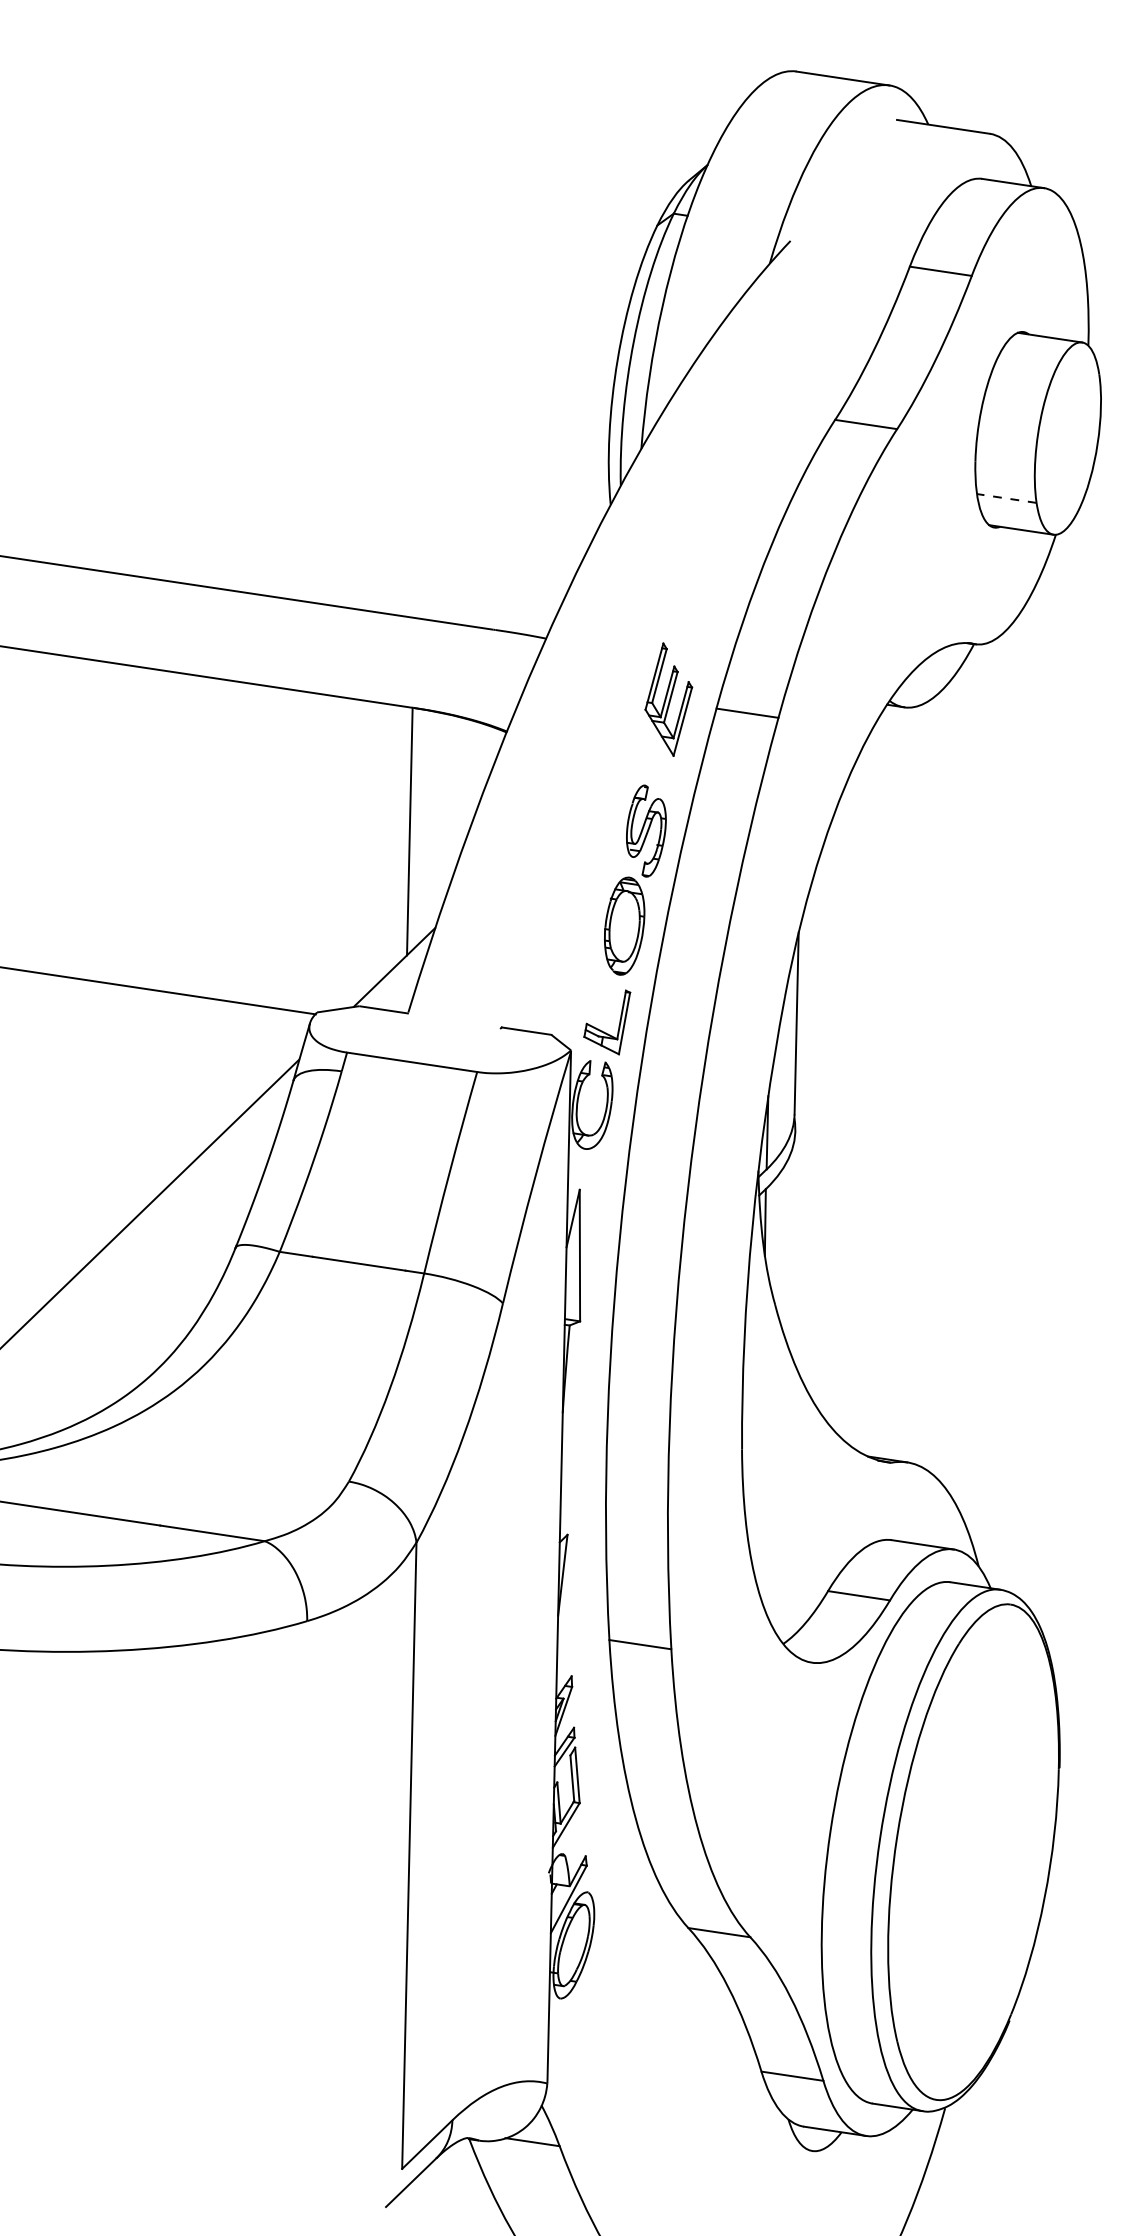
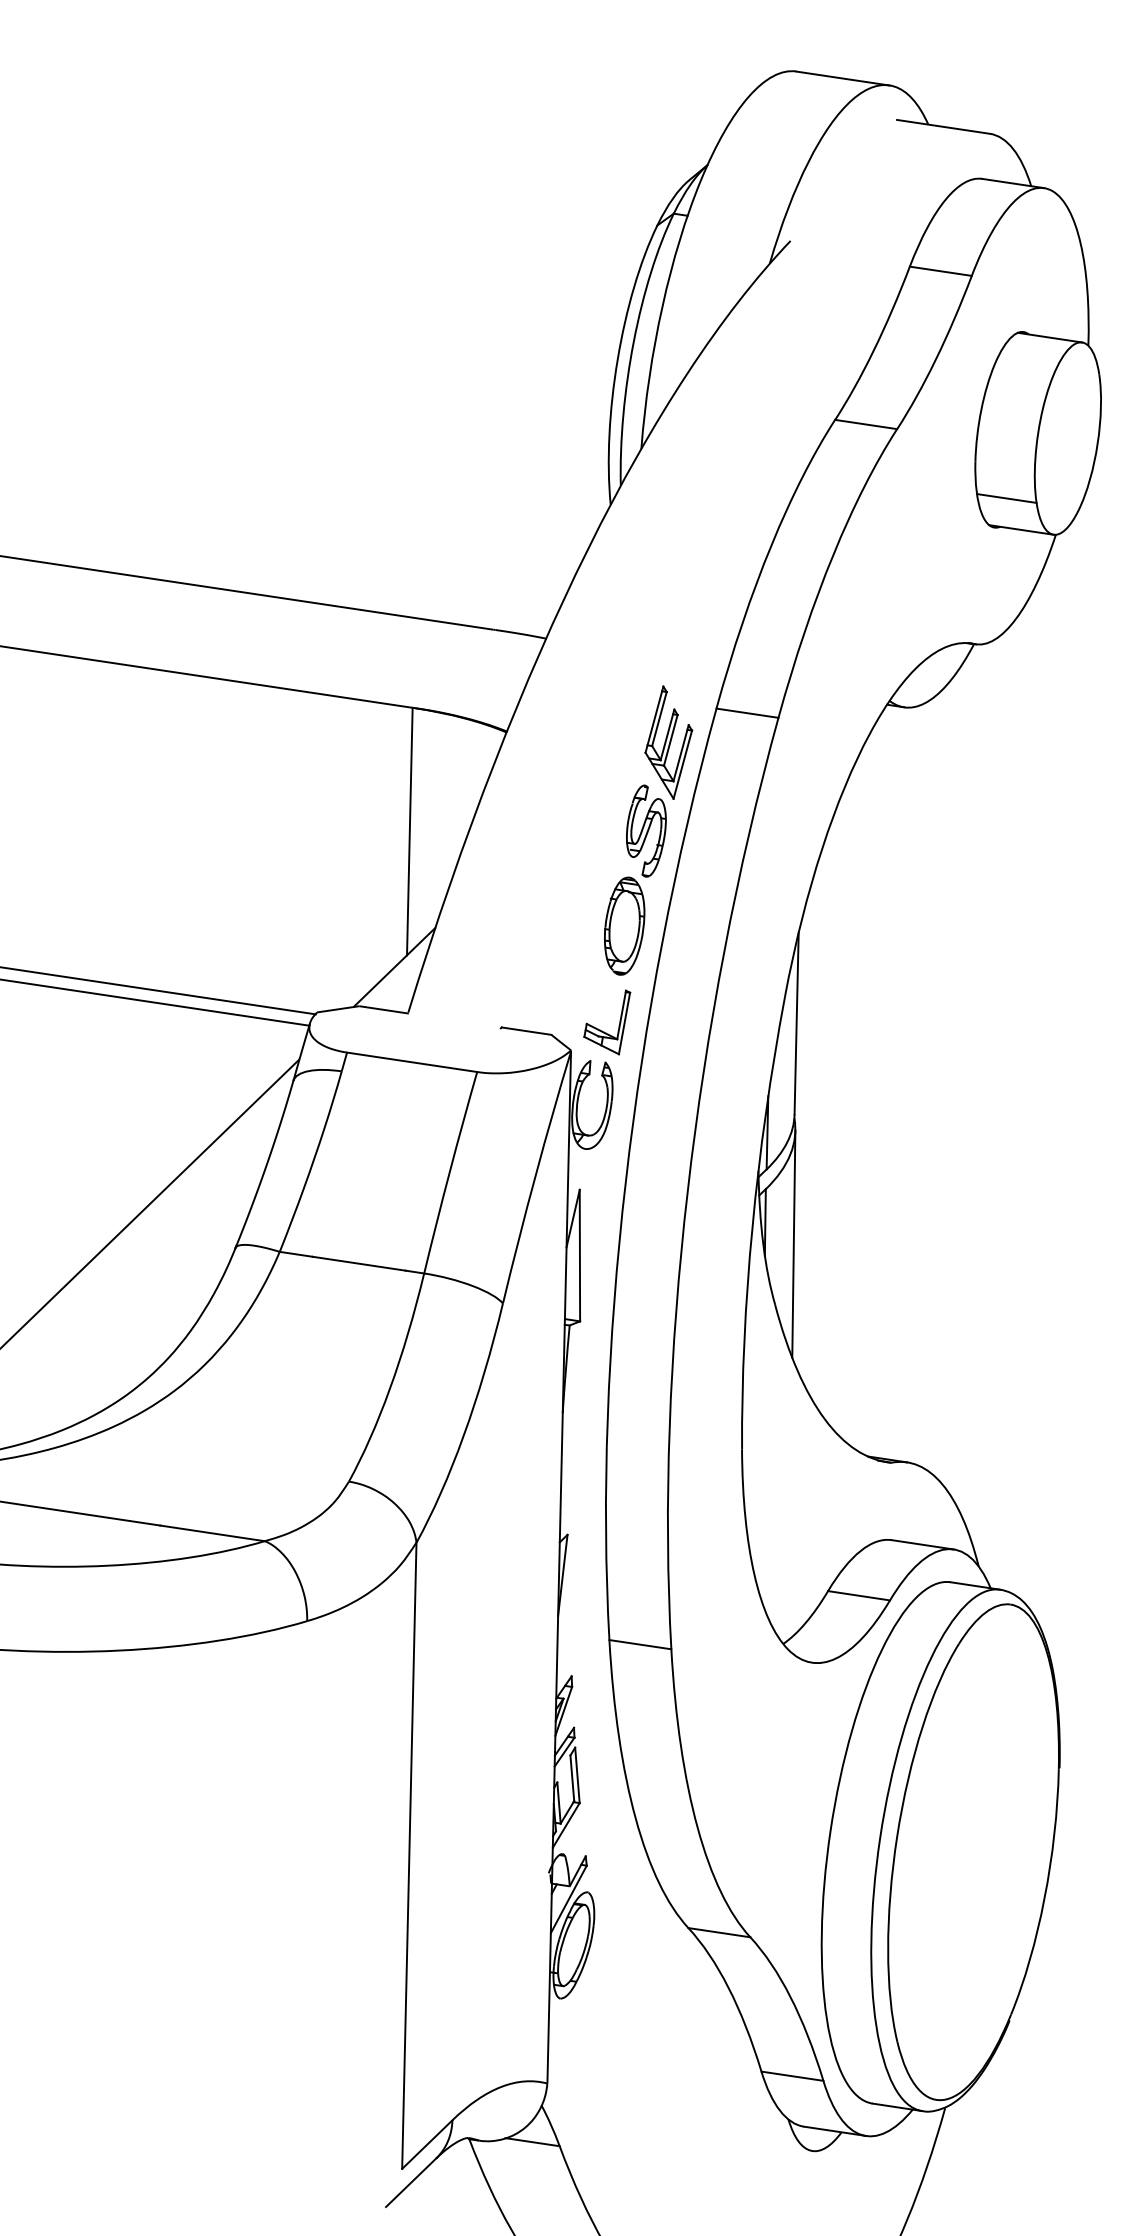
line at (1006, 498): dashed -> solid
part at (668, 699) position: (668, 699) -> (668, 742)
line at (155, 1002): none -> present
line at (793, 1243): none -> present
